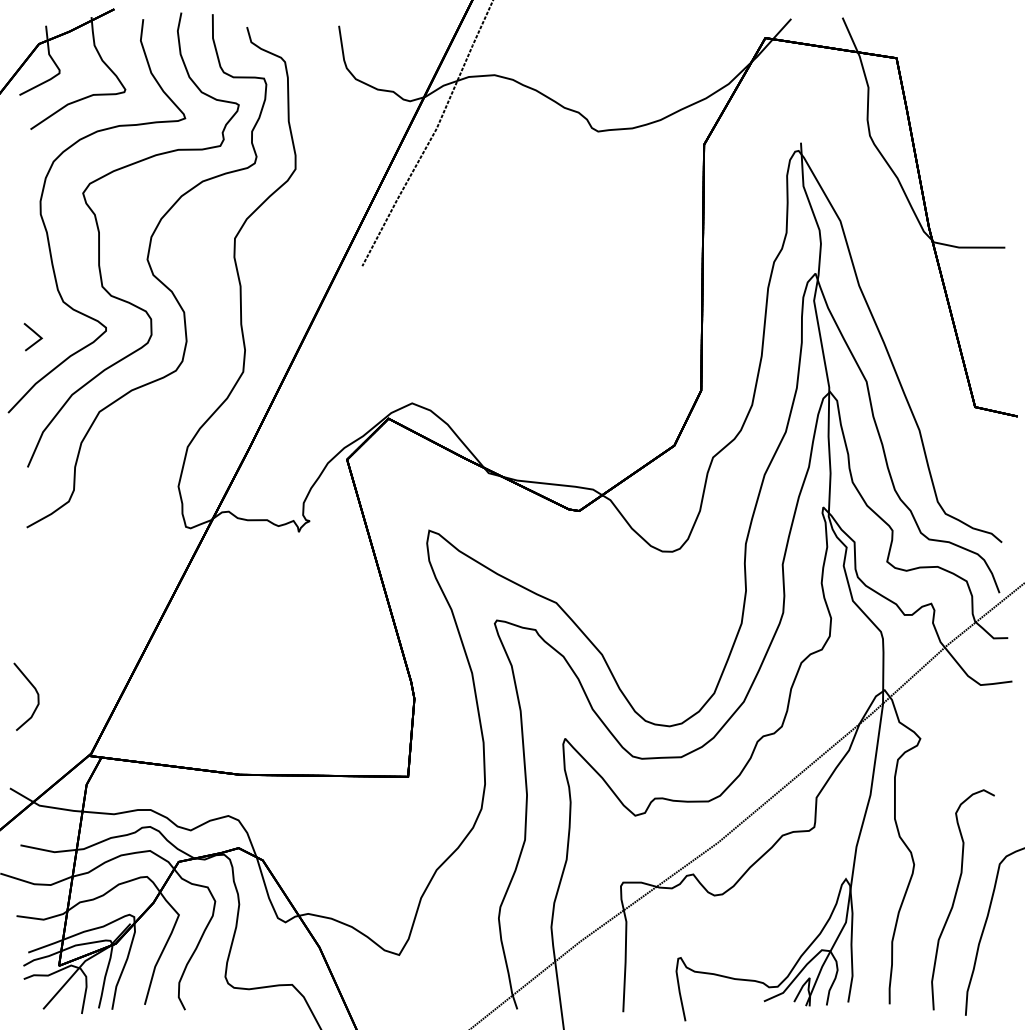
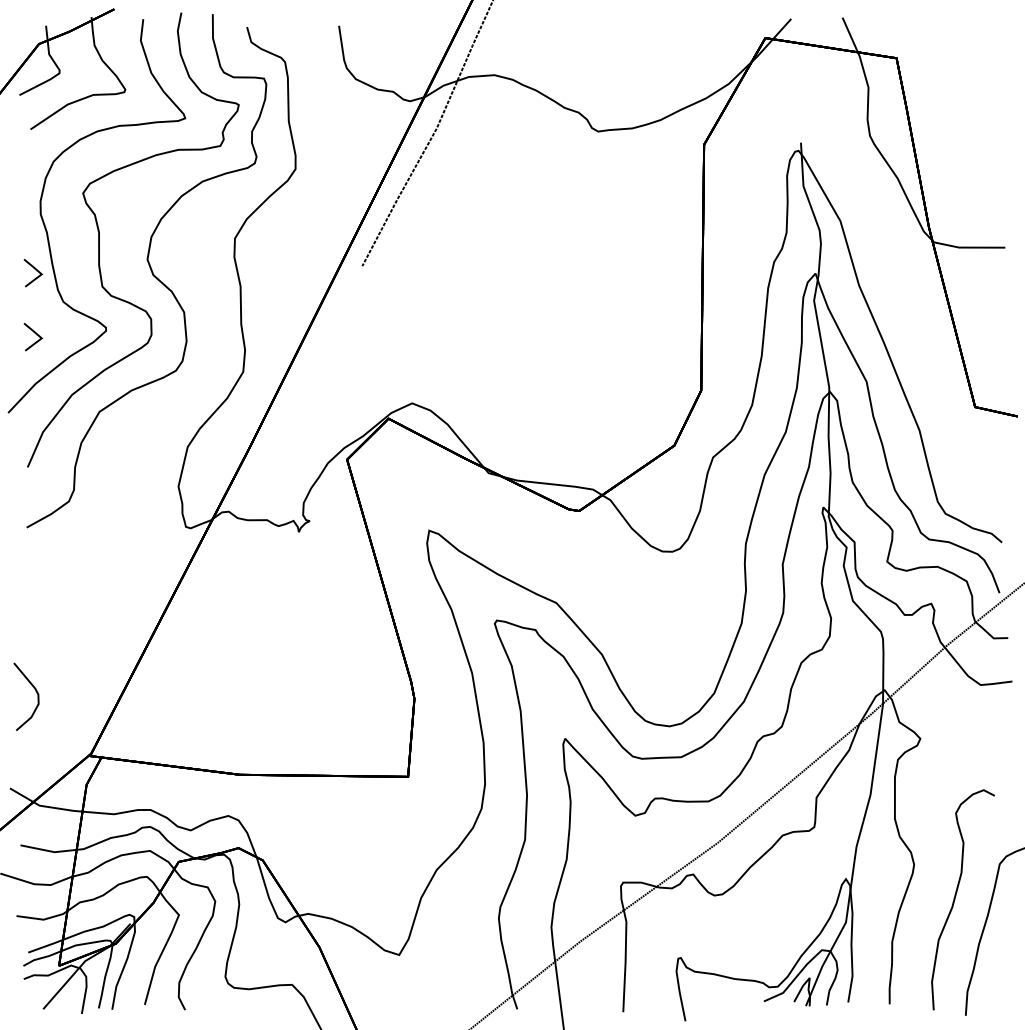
line at (35, 270): none -> present
